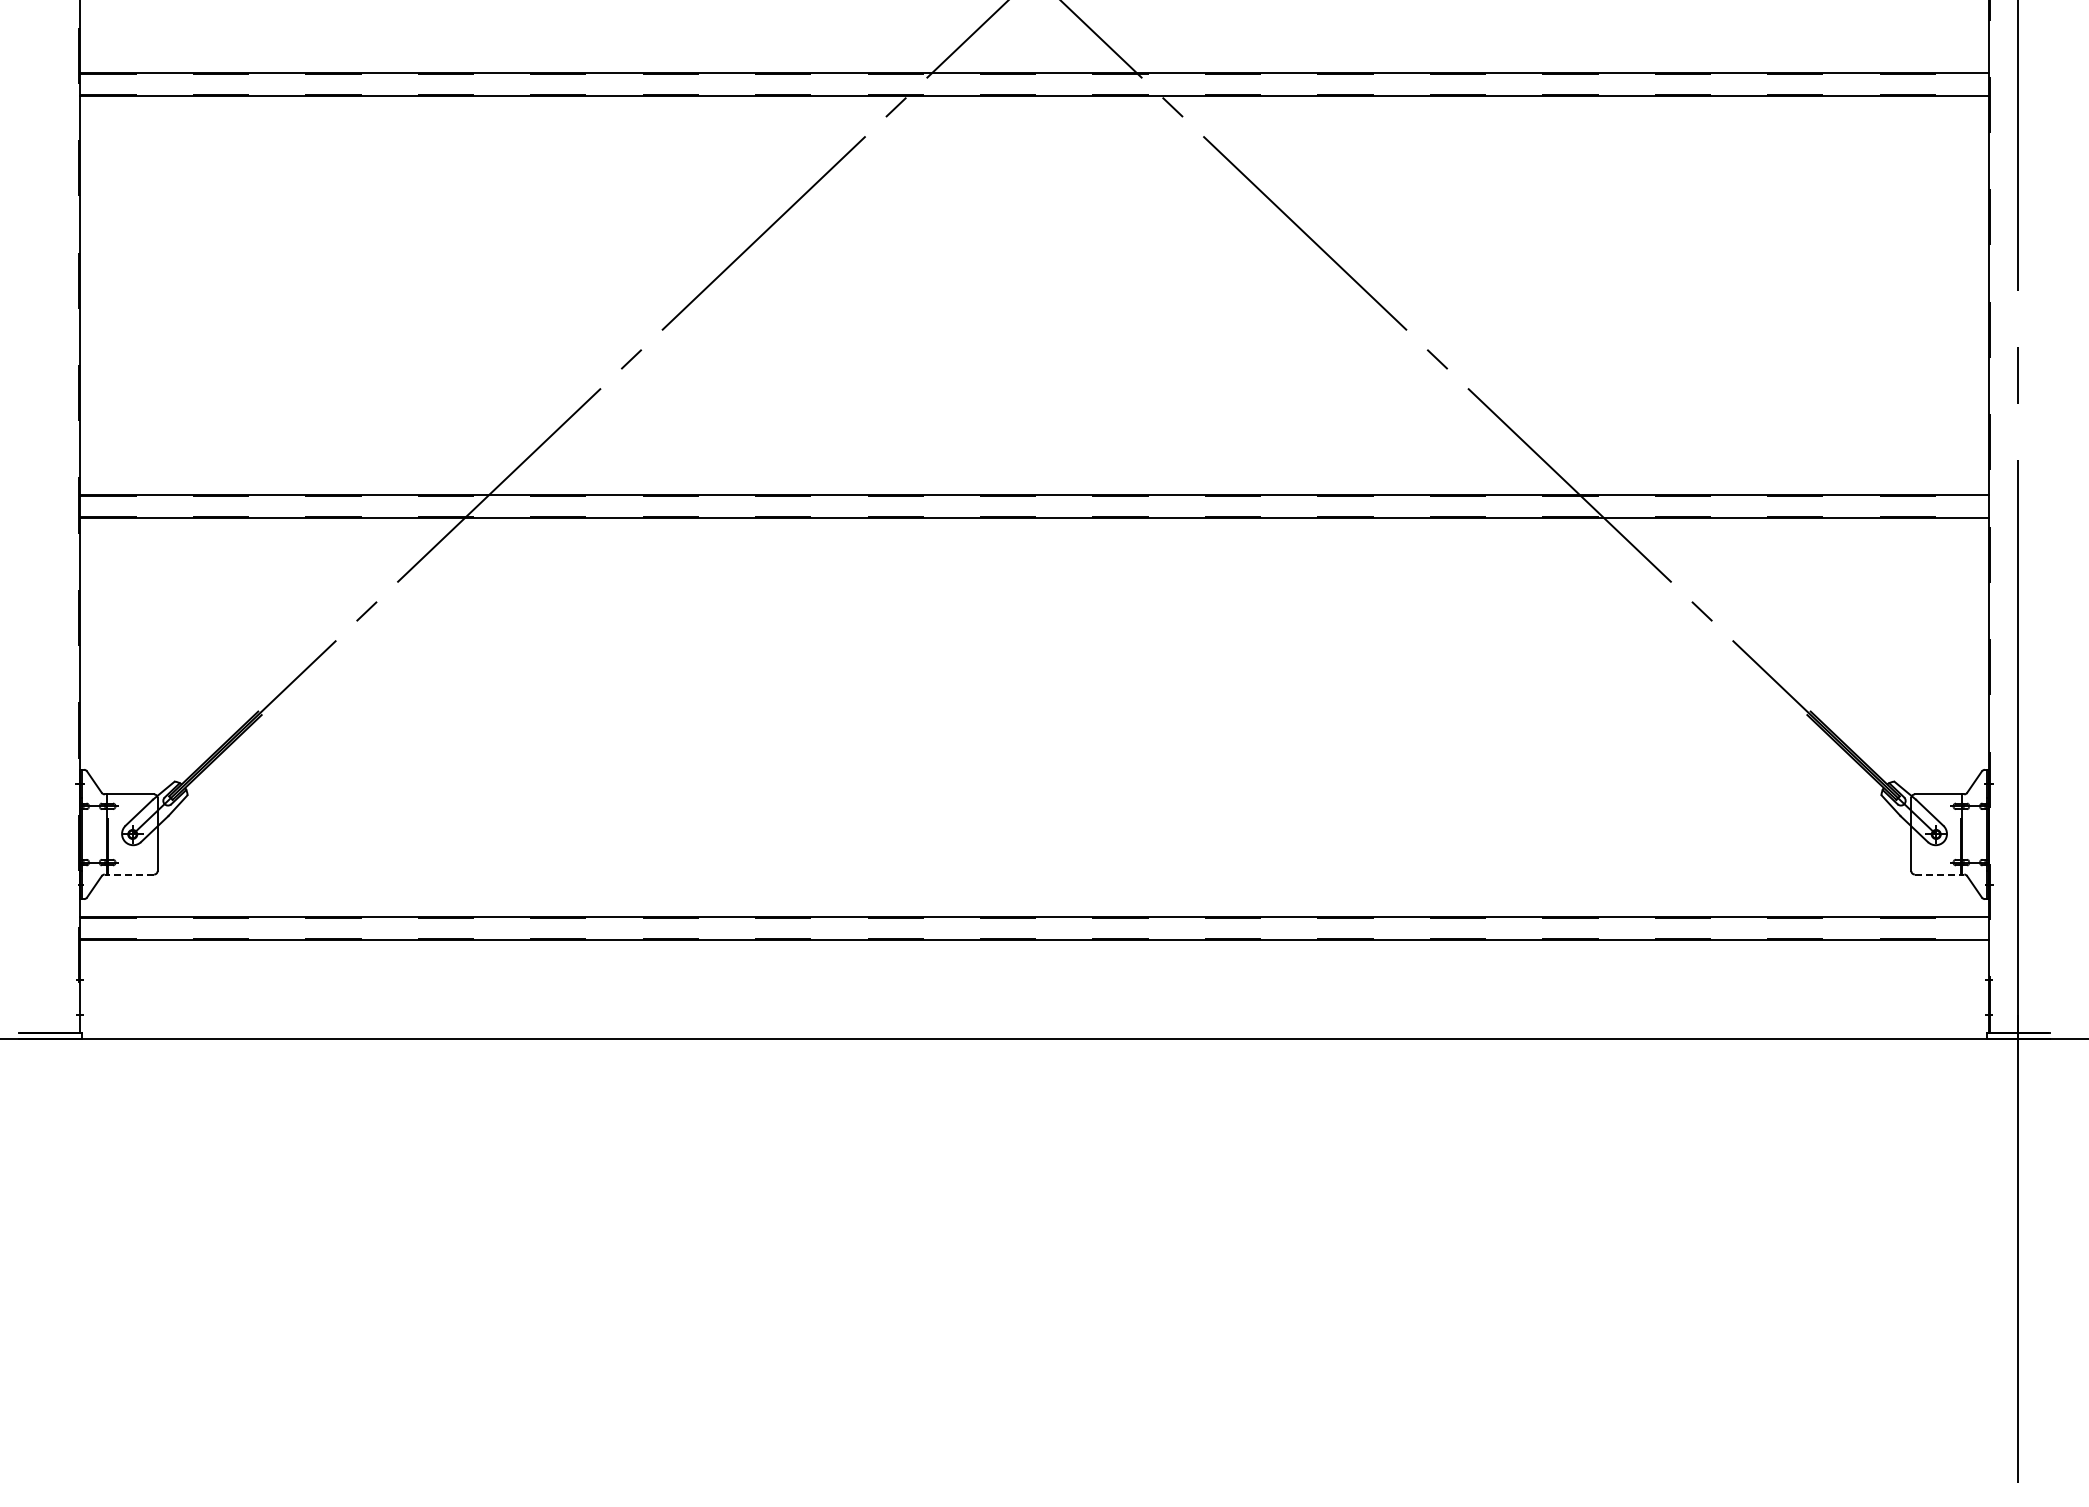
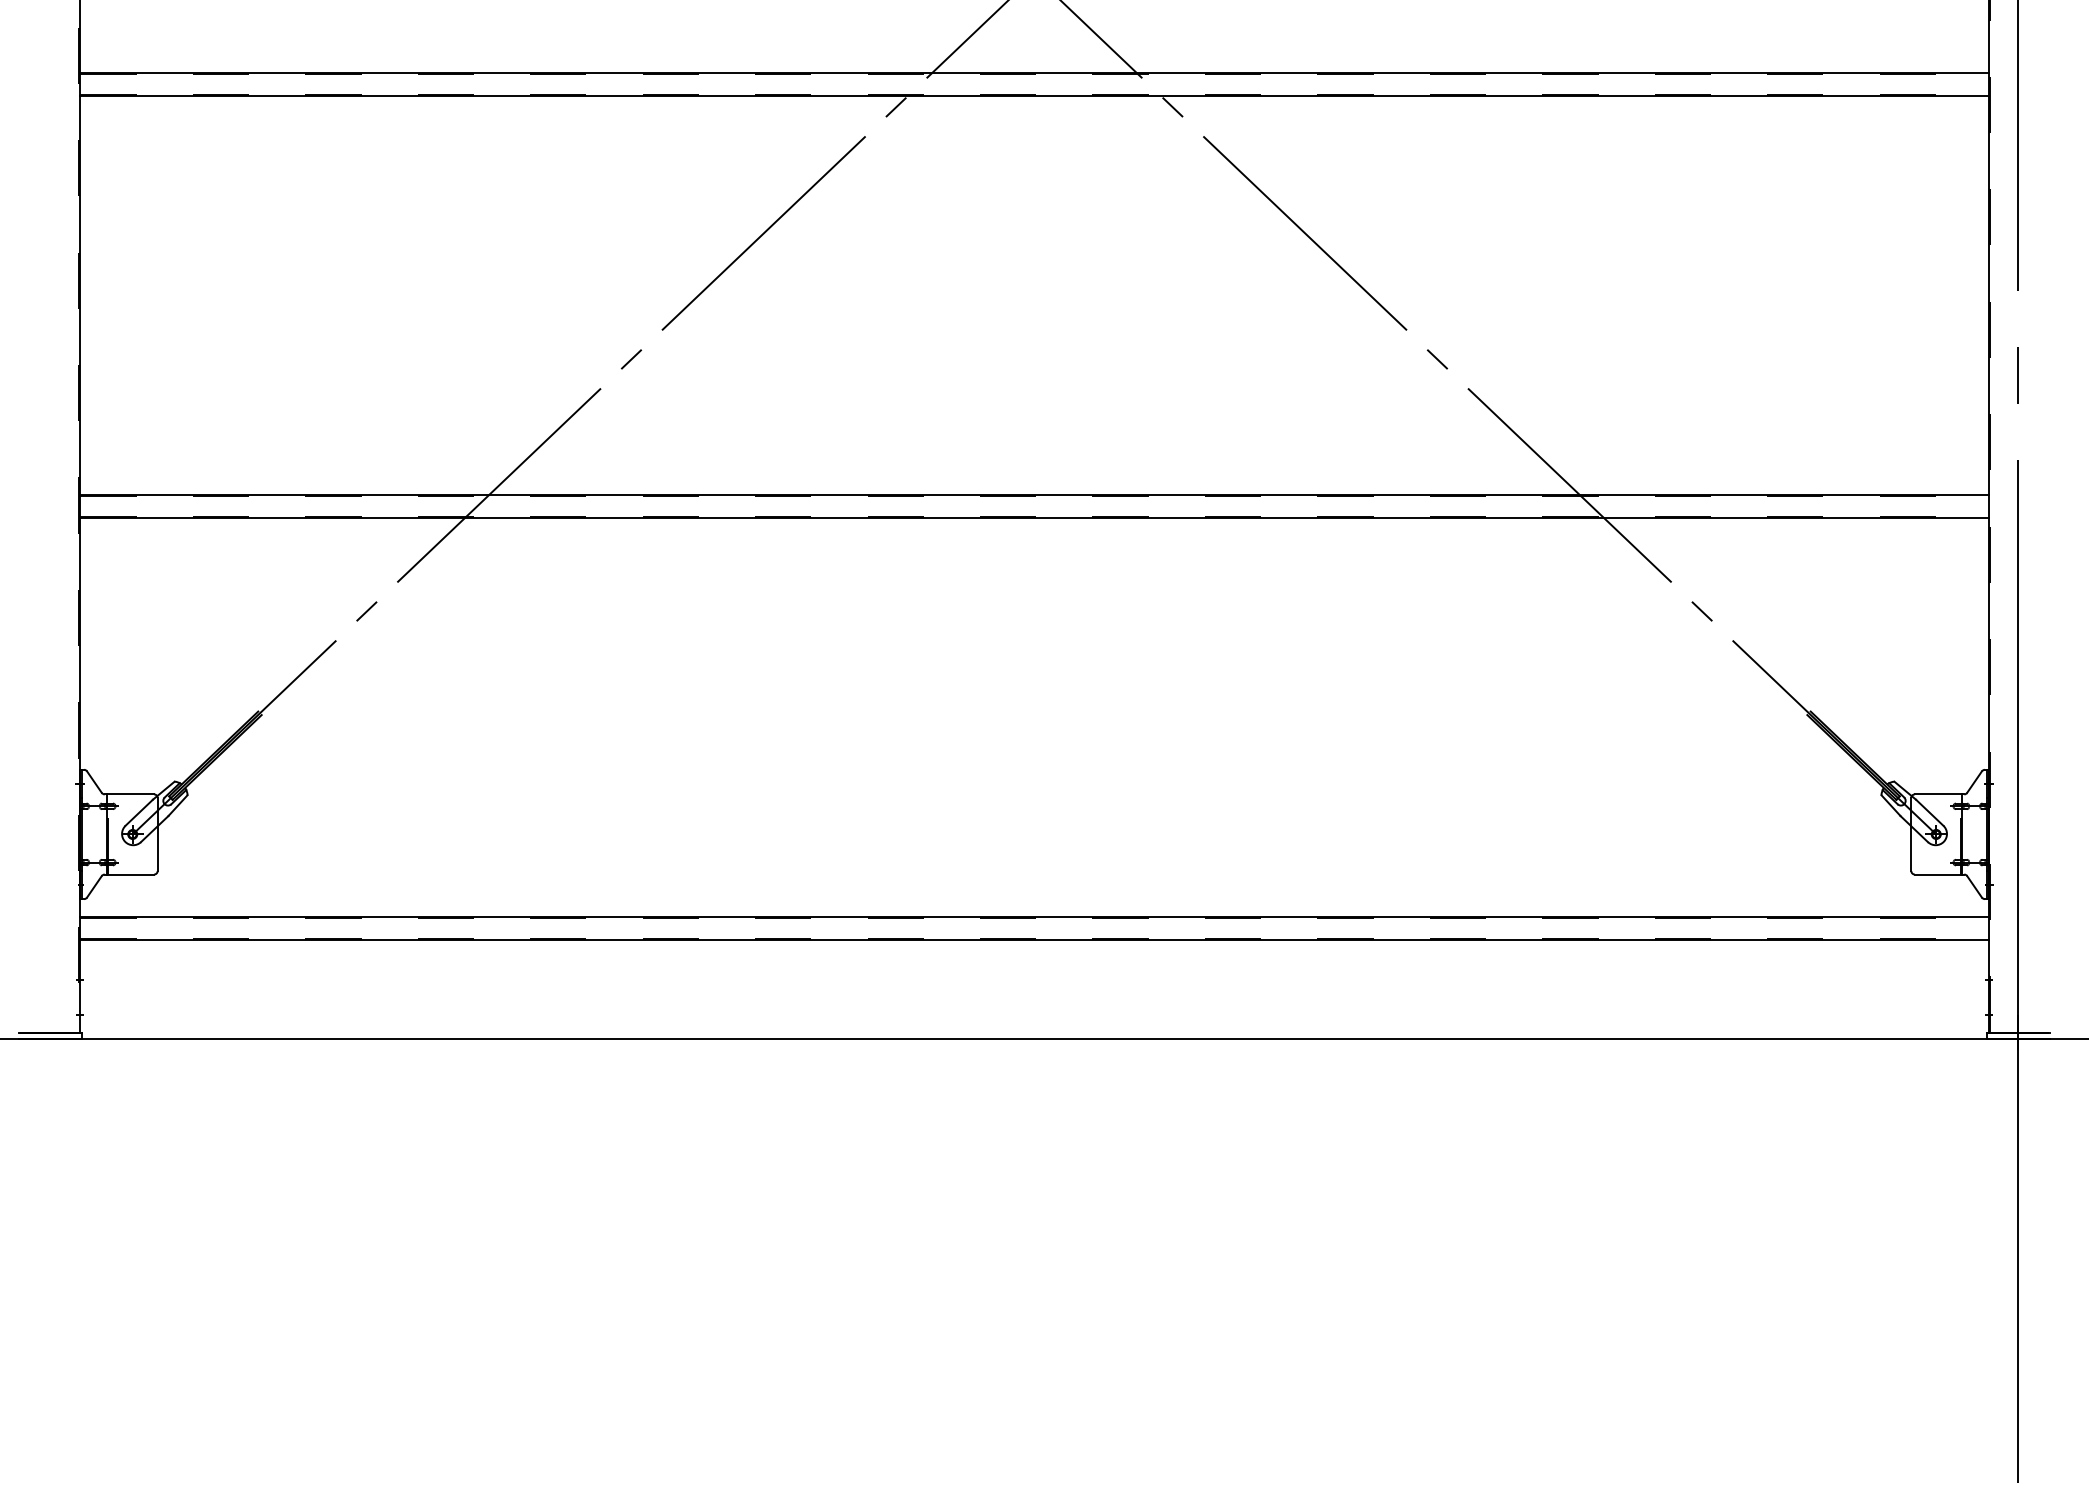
line at (129, 874): dashed -> solid
line at (1939, 874): dashed -> solid
